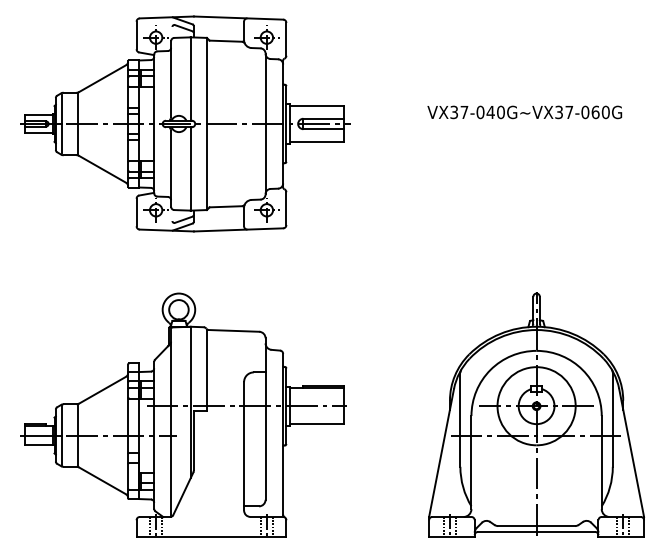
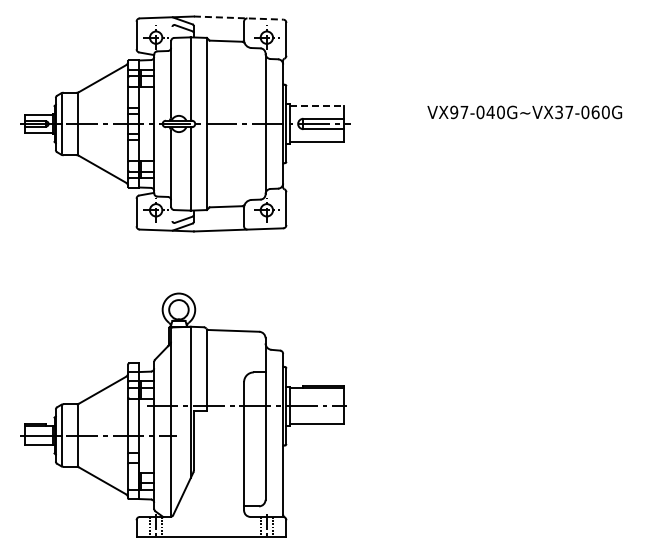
line at (238, 18): solid -> dashed
line at (317, 106): solid -> dashed
text at (454, 111): VX37-040G~VX37-060G -> VX97-040G~VX37-060G
part at (536, 414): present -> none
